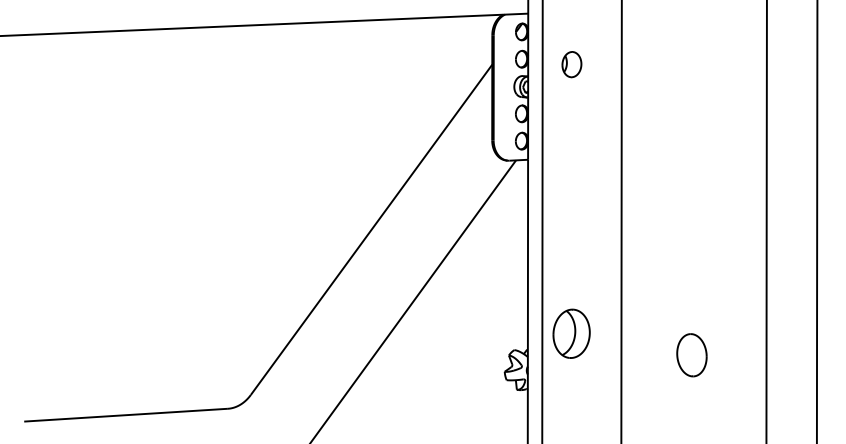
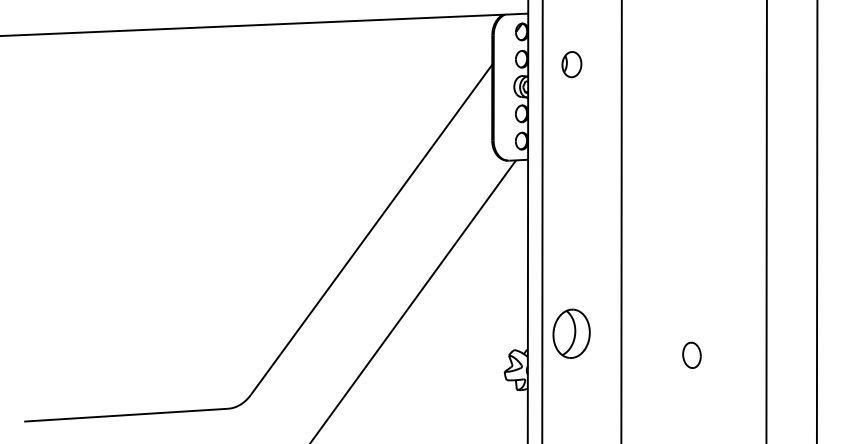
part at (691, 355) size: 32x45 px -> 20x28 px
